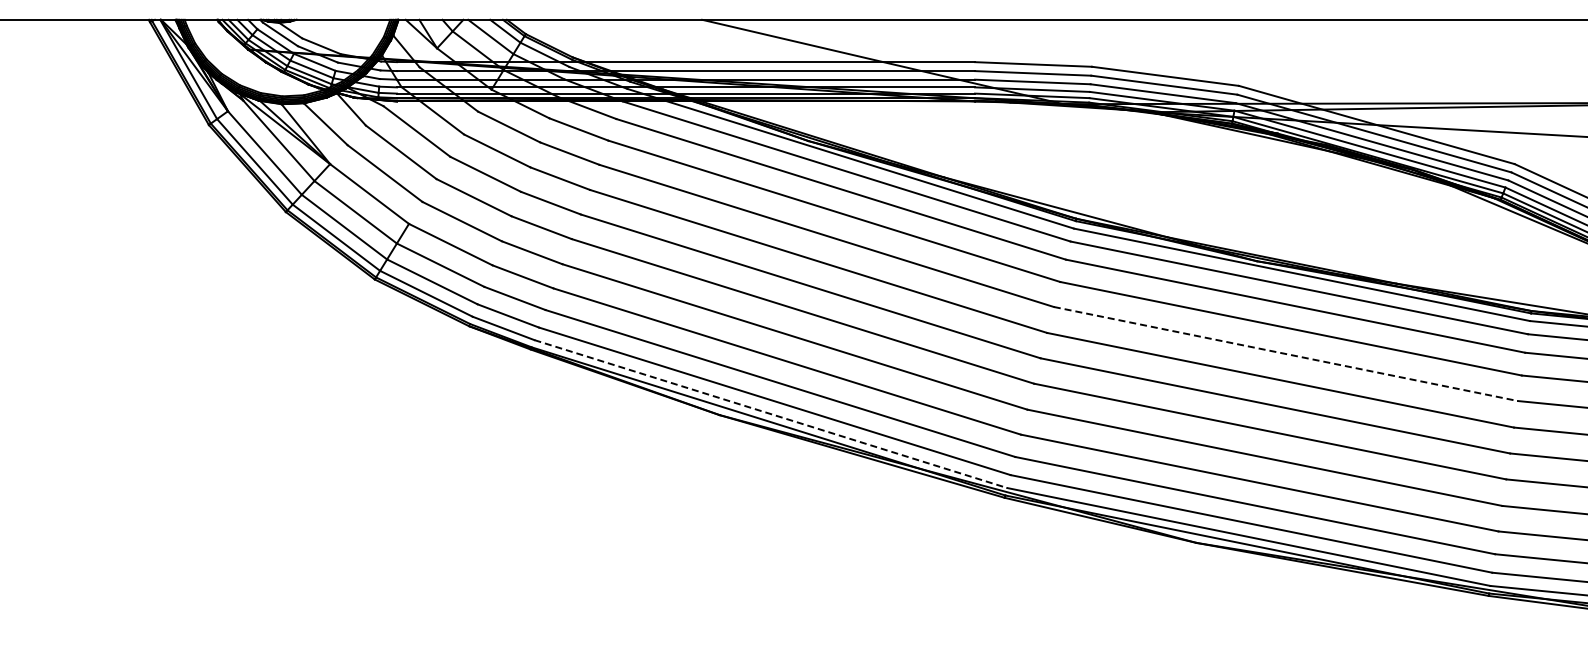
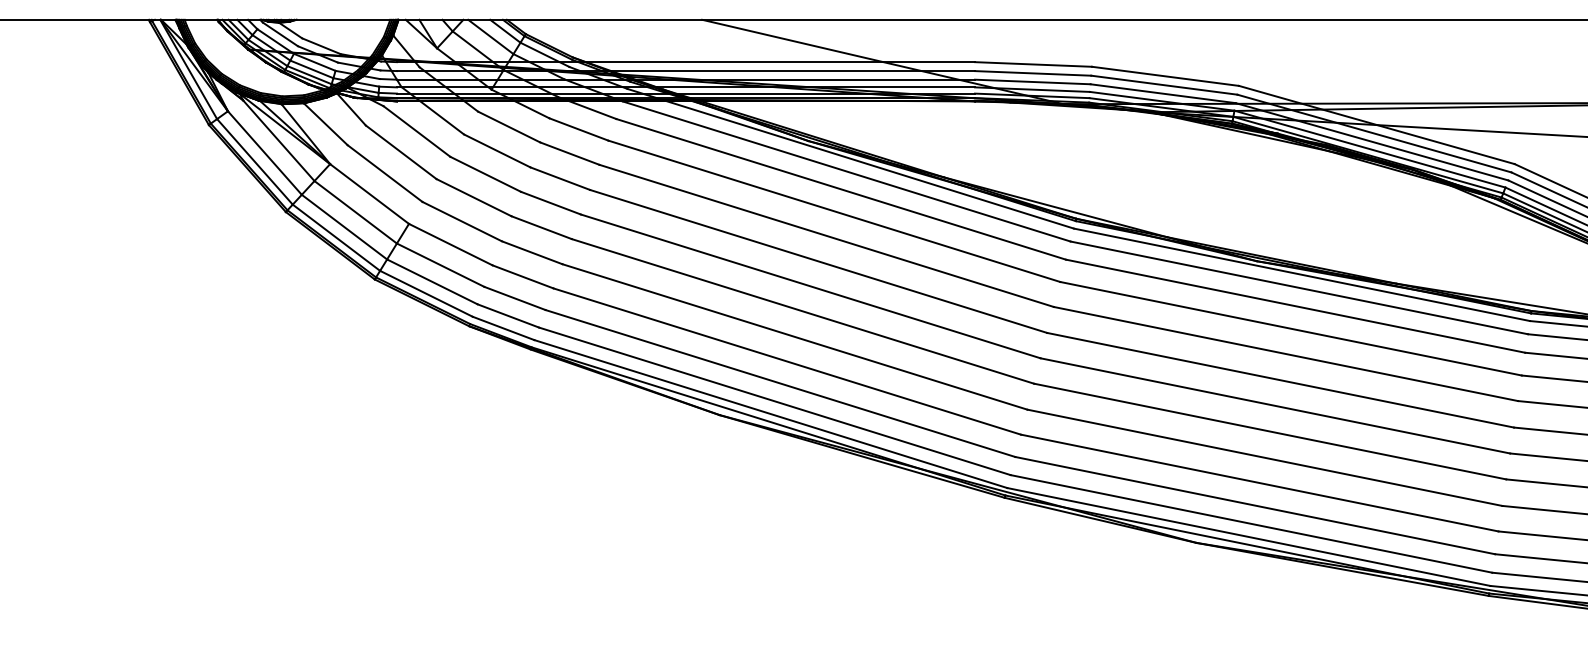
line at (1285, 354): dashed -> solid
line at (770, 414): dashed -> solid
